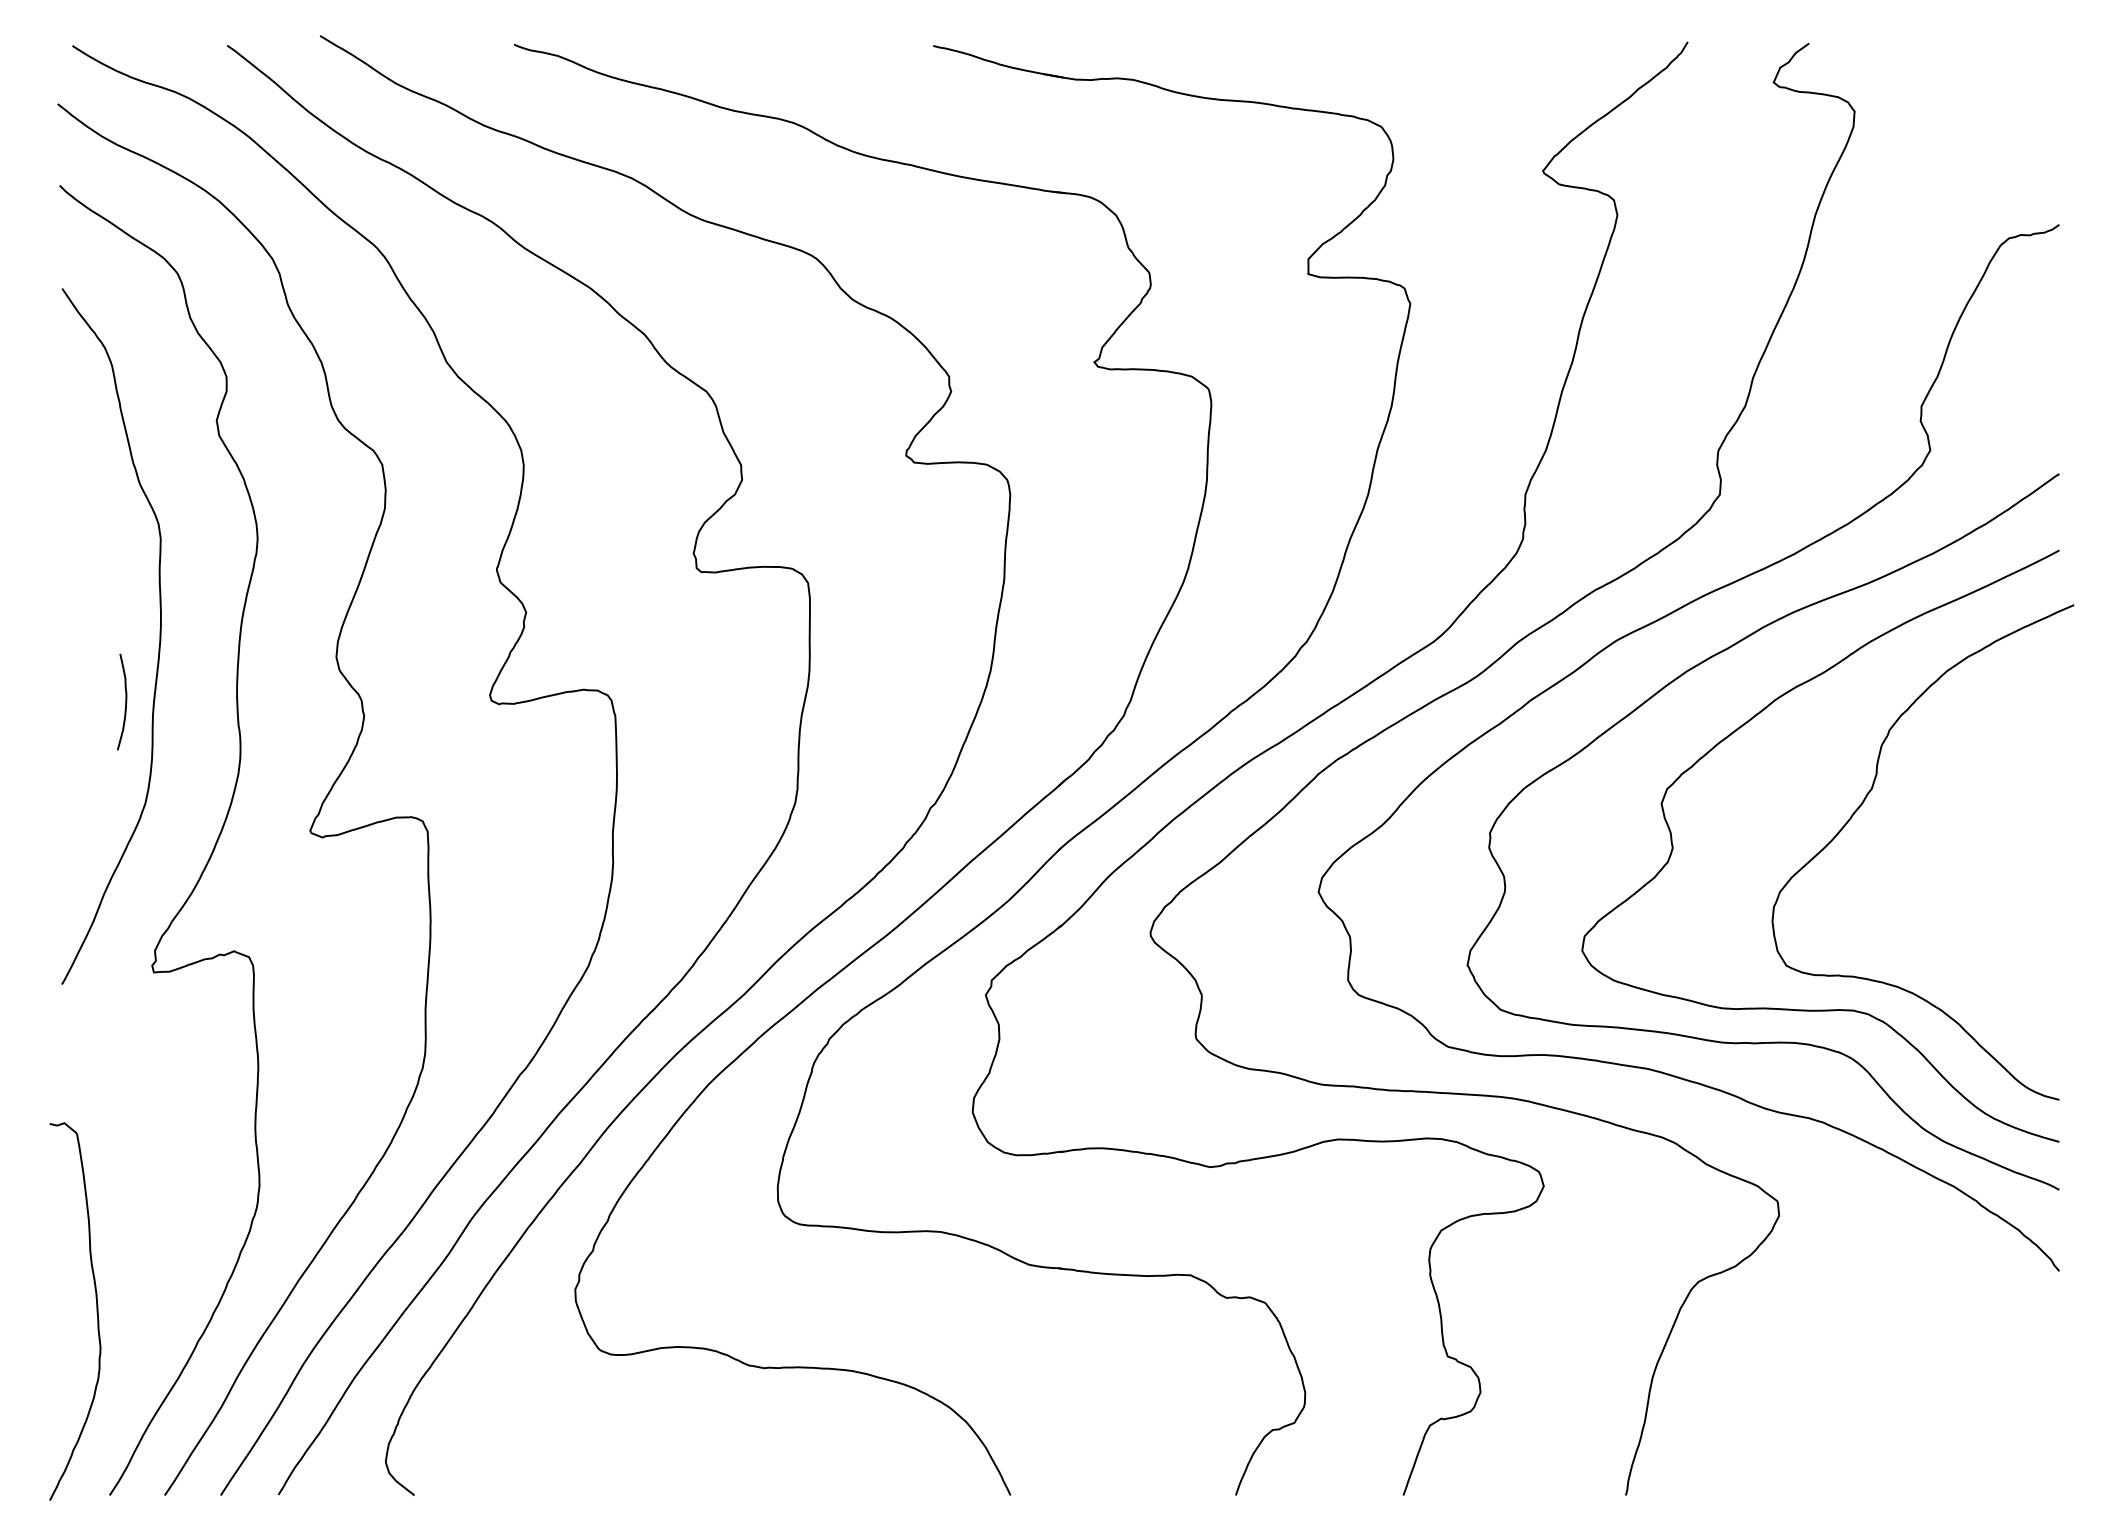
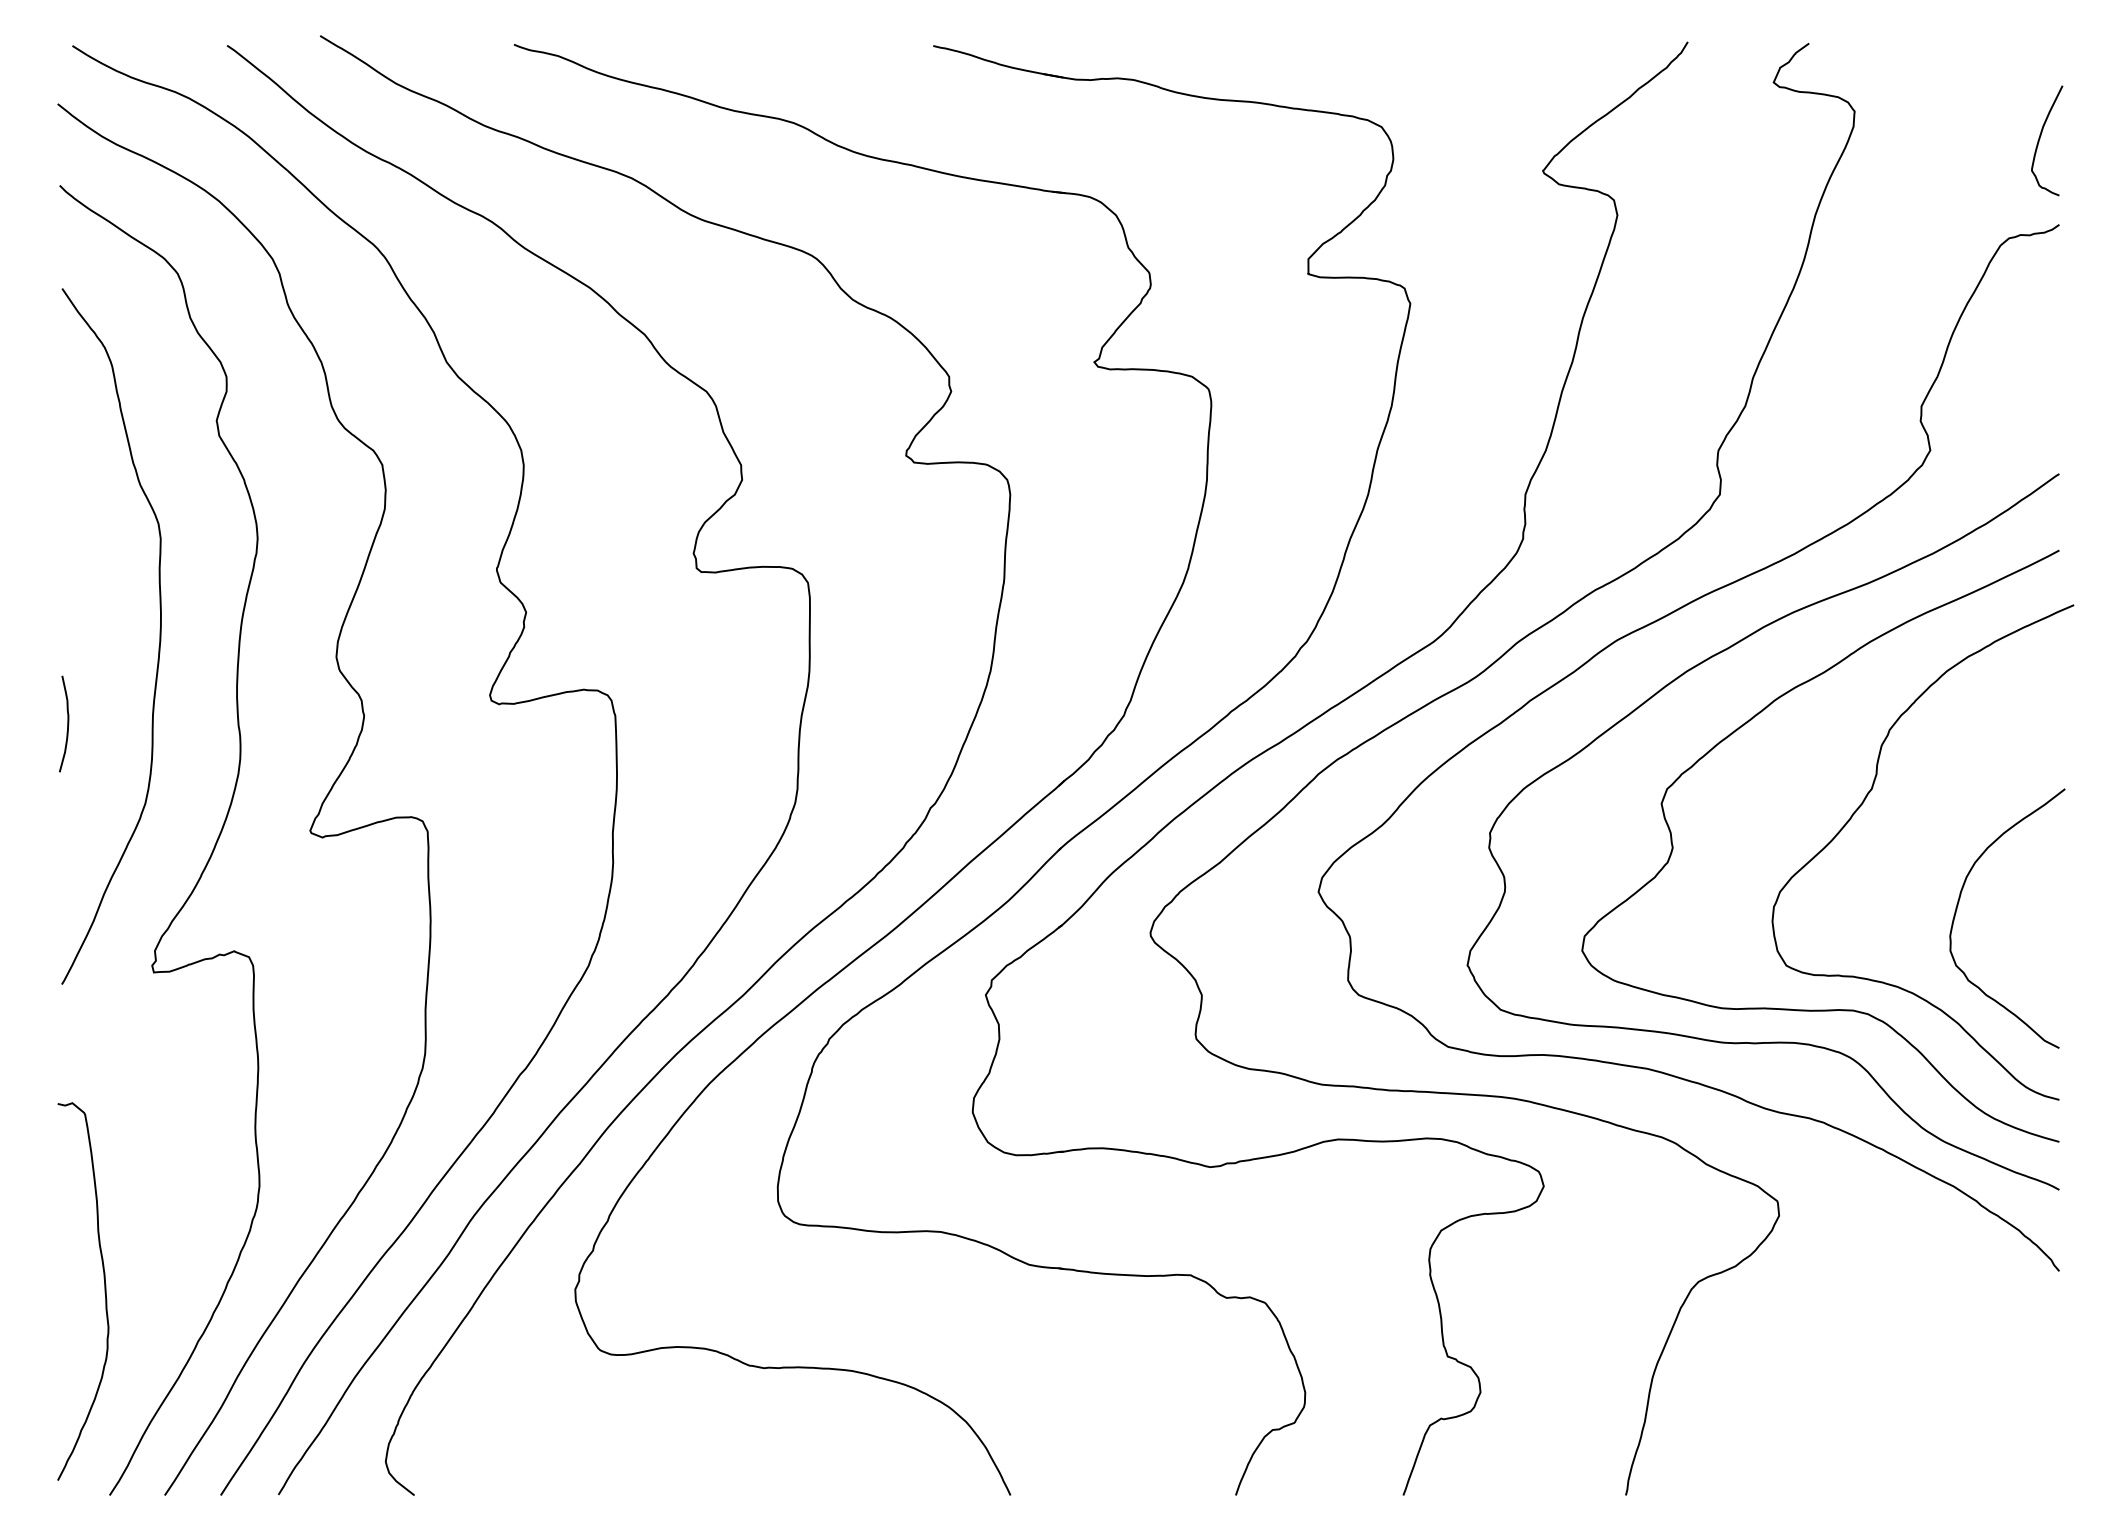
curve at (2040, 139): none -> present
curve at (125, 701) position: (125, 701) -> (67, 723)
curve at (1959, 902): none -> present
curve at (96, 1311) position: (96, 1311) -> (104, 1291)
